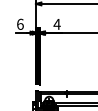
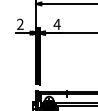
text at (20, 23): 6 -> 2
